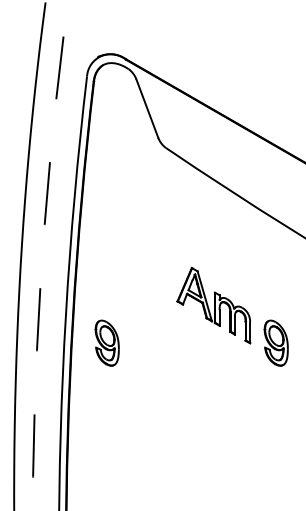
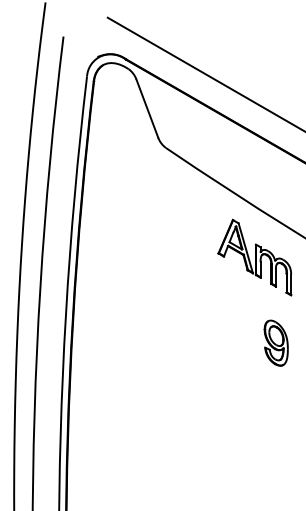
line at (204, 73): none -> present
arc at (41, 272): dashed -> solid
part at (213, 305) position: (213, 305) -> (254, 257)
part at (106, 342): present -> none
